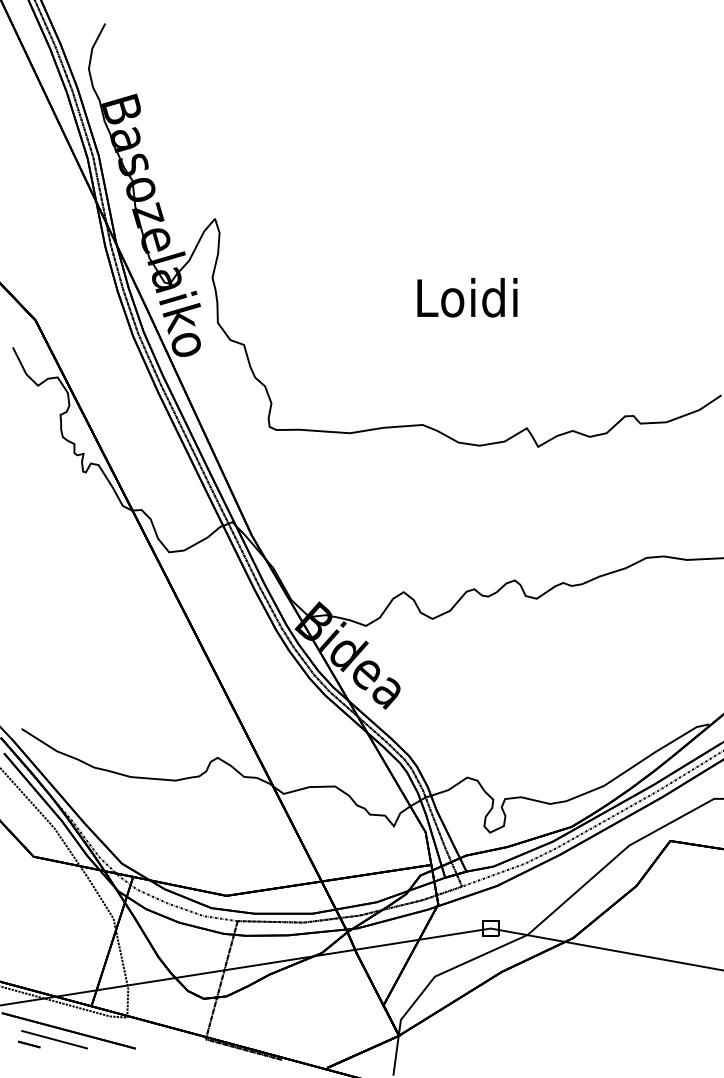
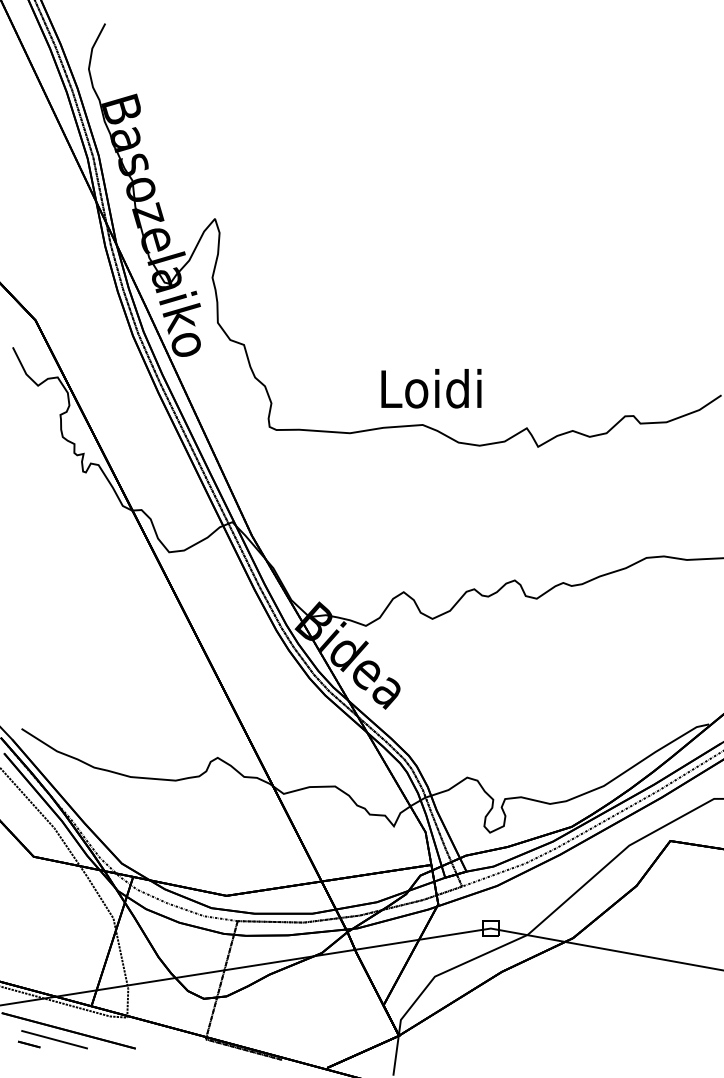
text at (467, 297) position: (467, 297) -> (431, 388)
